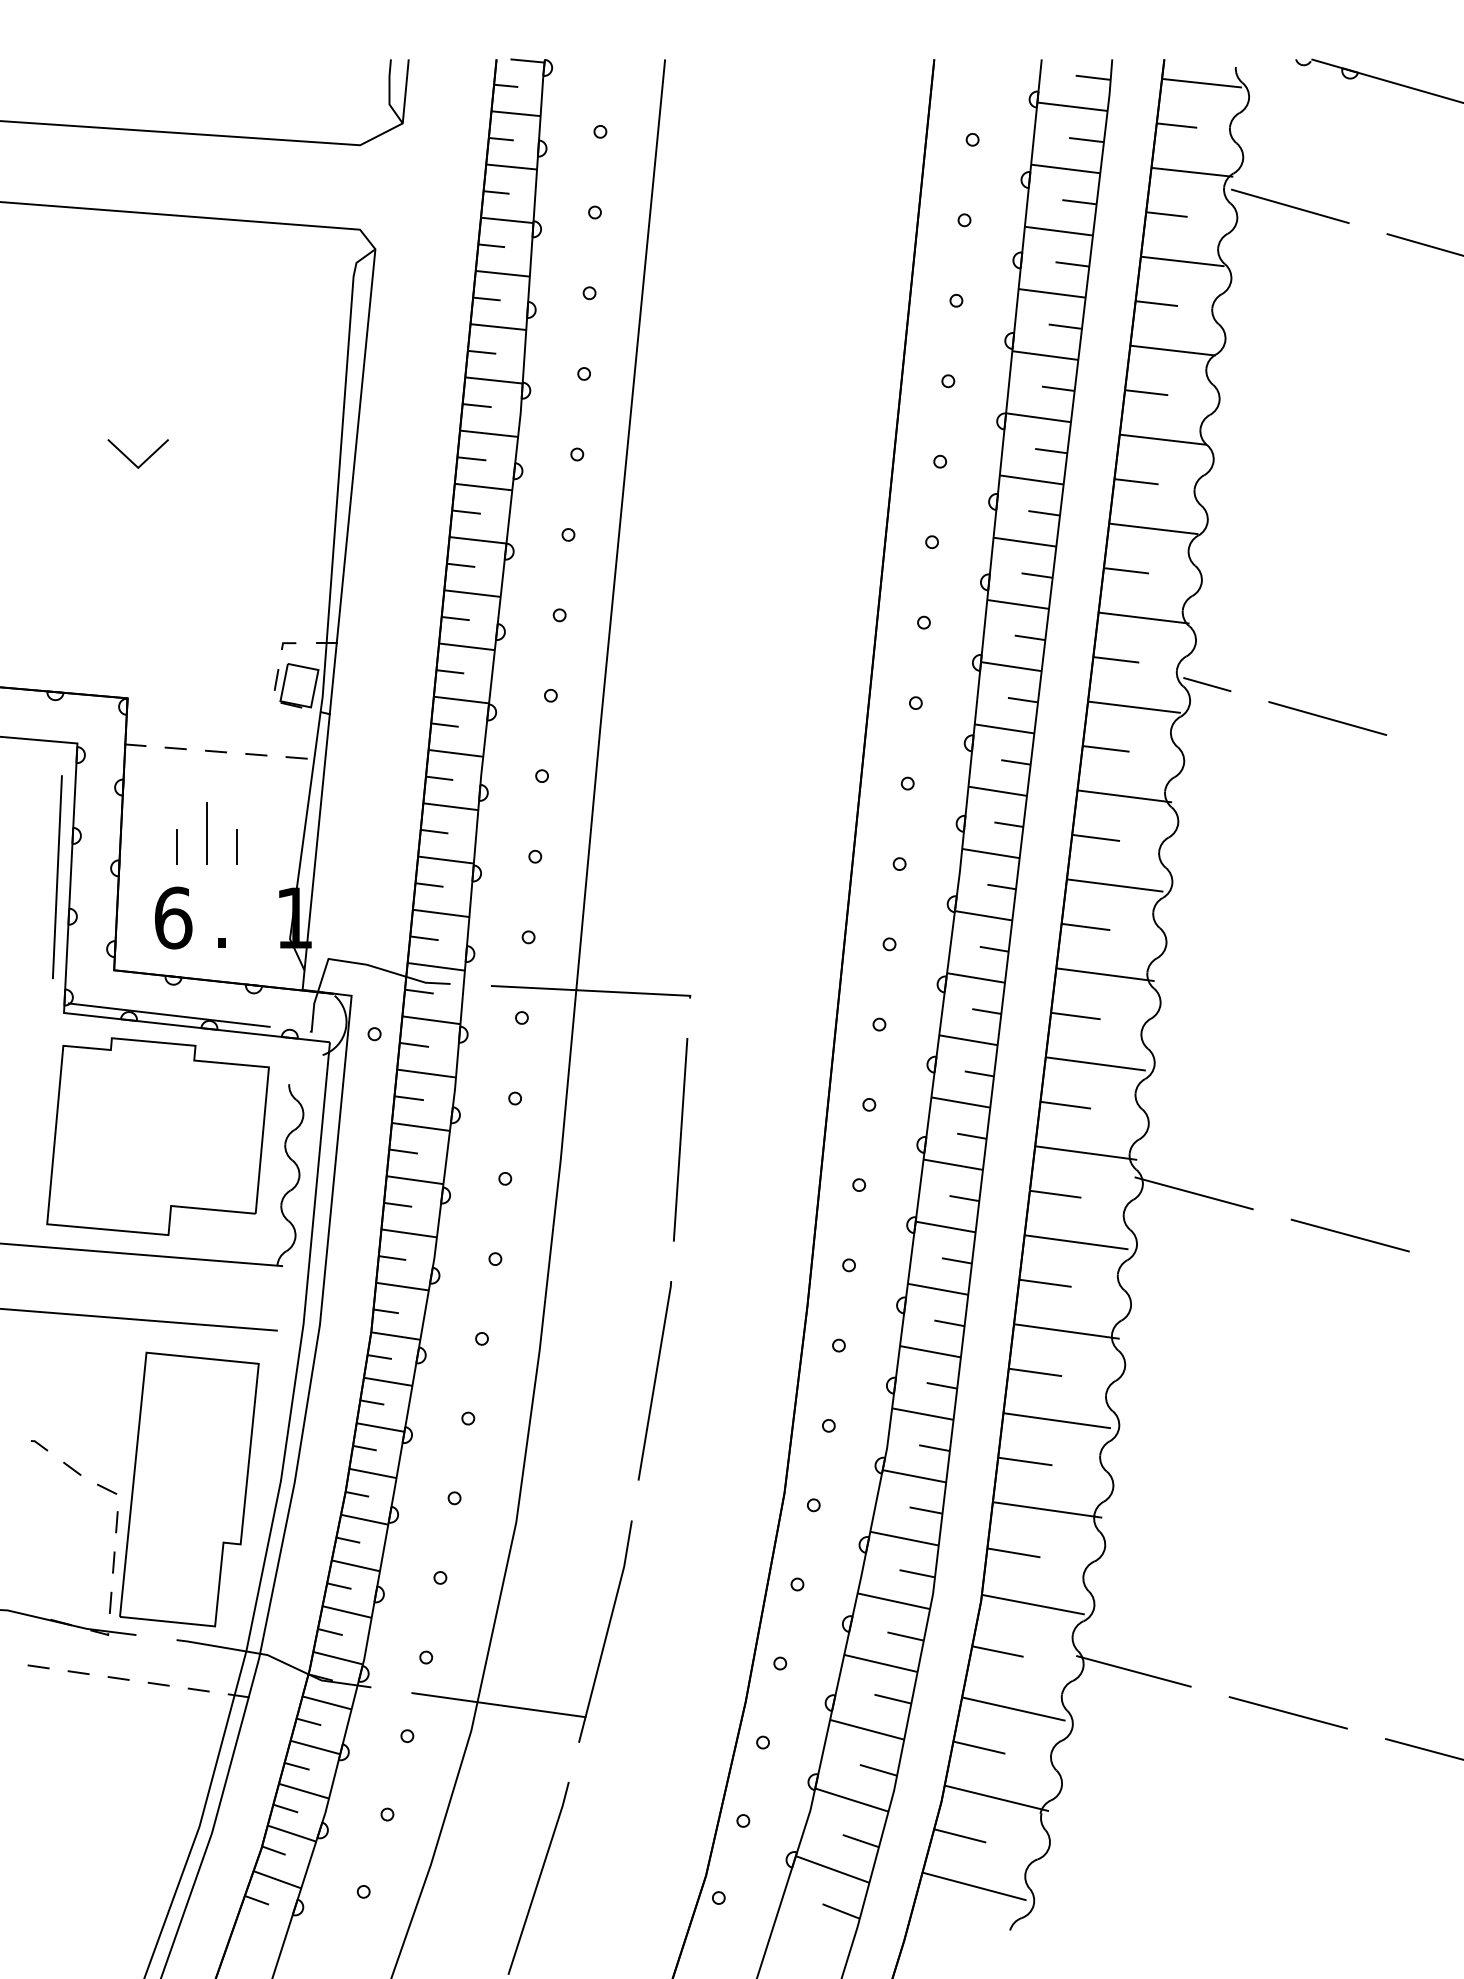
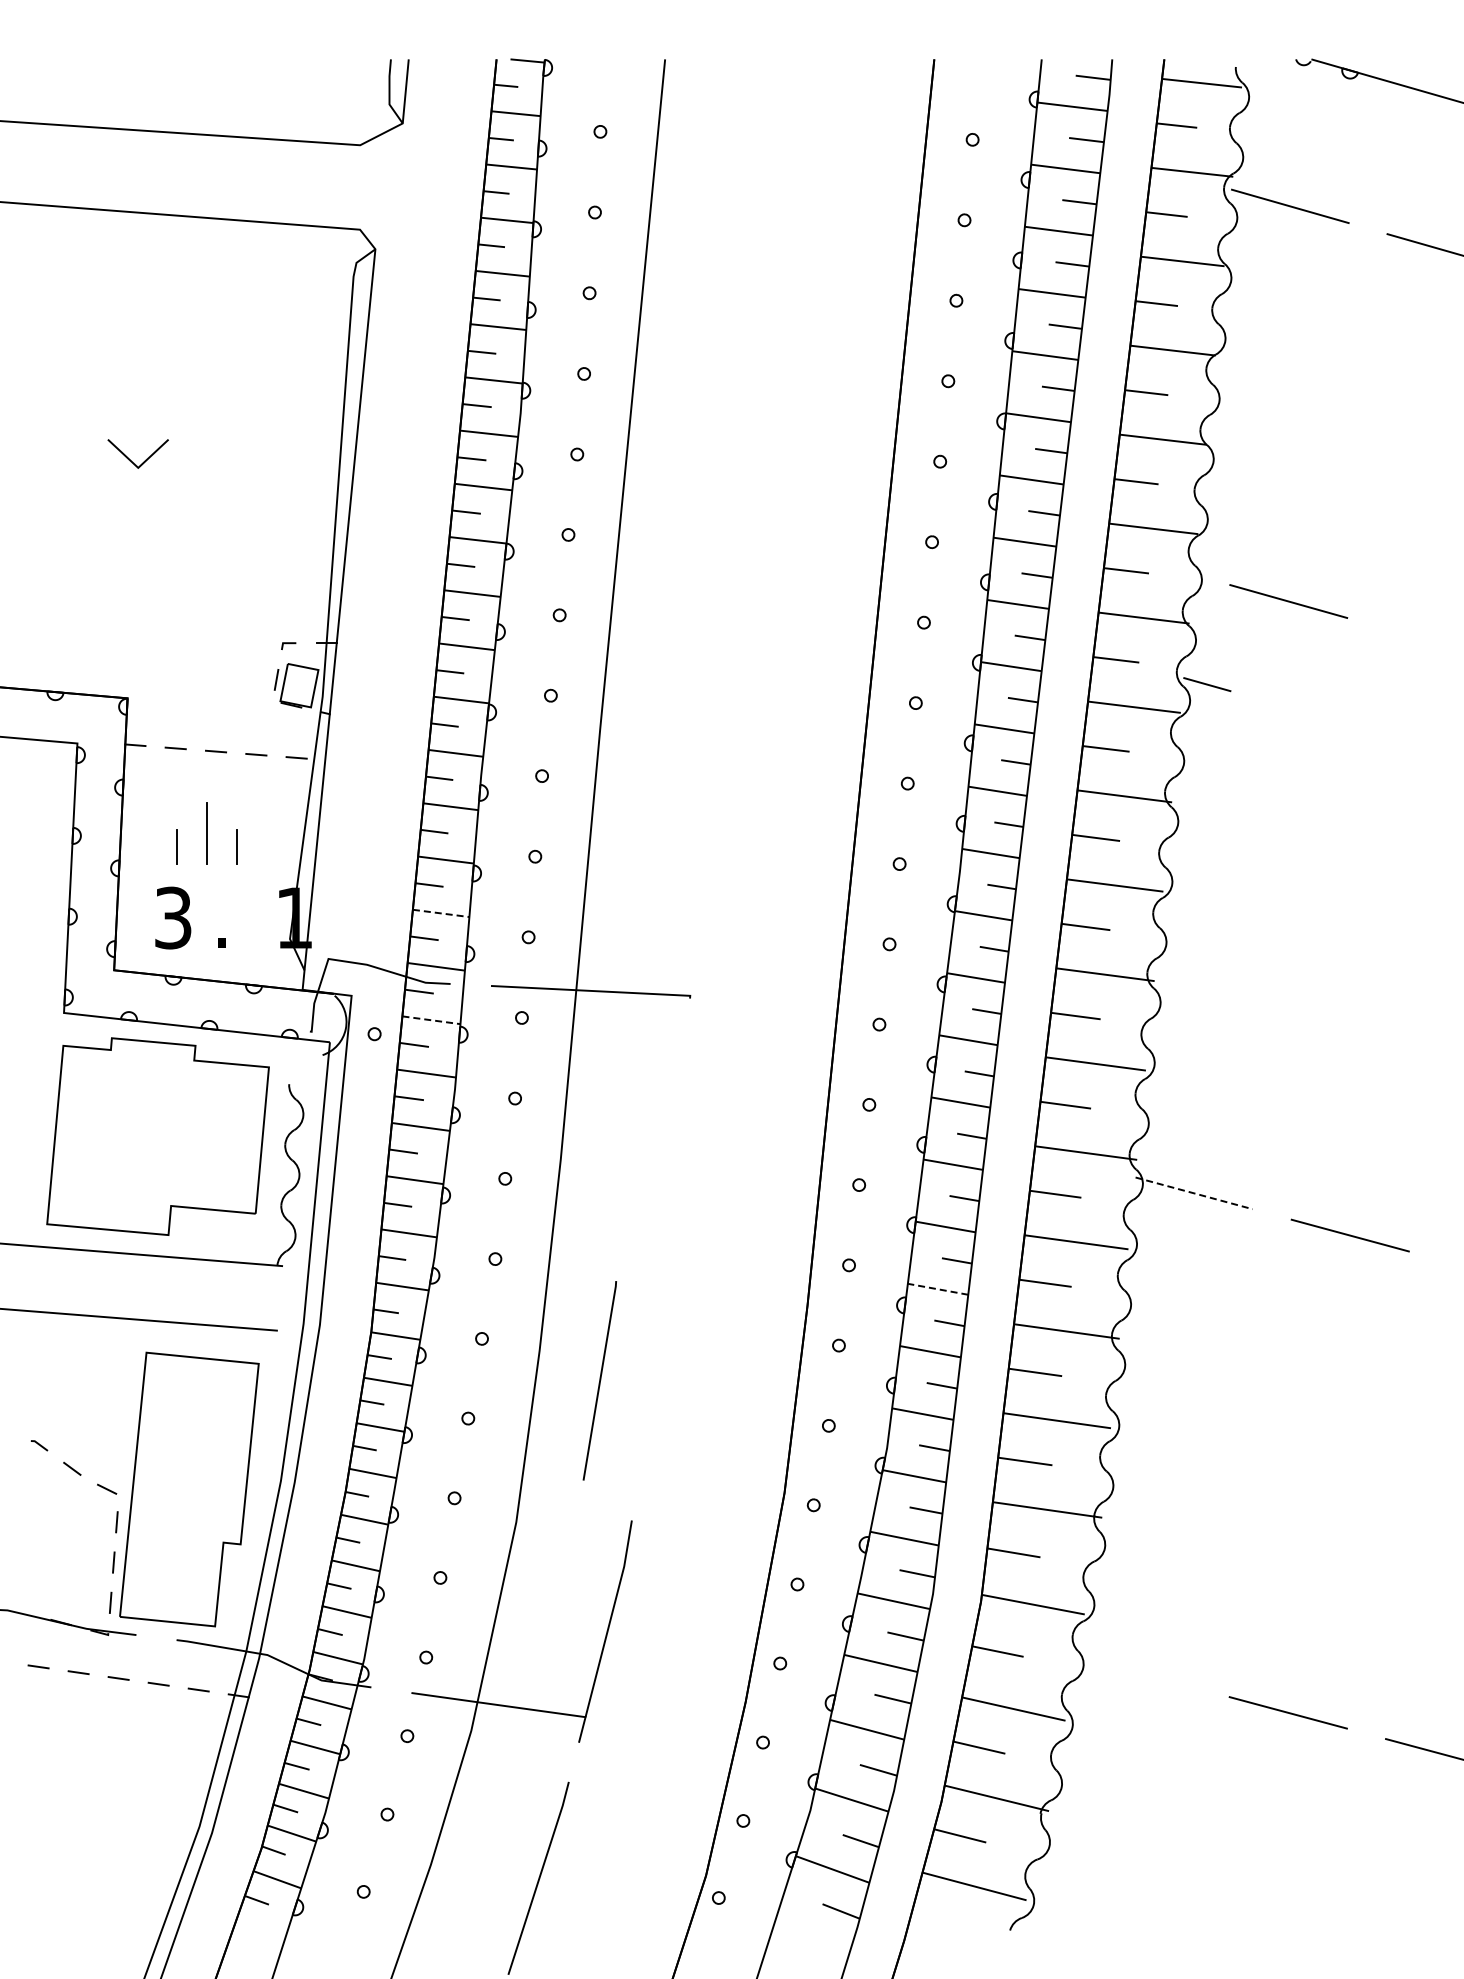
line at (1327, 718) position: (1327, 718) -> (1288, 601)
line at (56, 877): present -> none
line at (441, 913): solid -> dashed
text at (173, 917): 6 -> 3
line at (168, 1014): present -> none
line at (431, 1020): solid -> dashed
line at (680, 1139): present -> none
line at (1194, 1193): solid -> dashed
line at (938, 1289): solid -> dashed
line at (654, 1380) position: (654, 1380) -> (599, 1380)
line at (1133, 1671): present -> none
